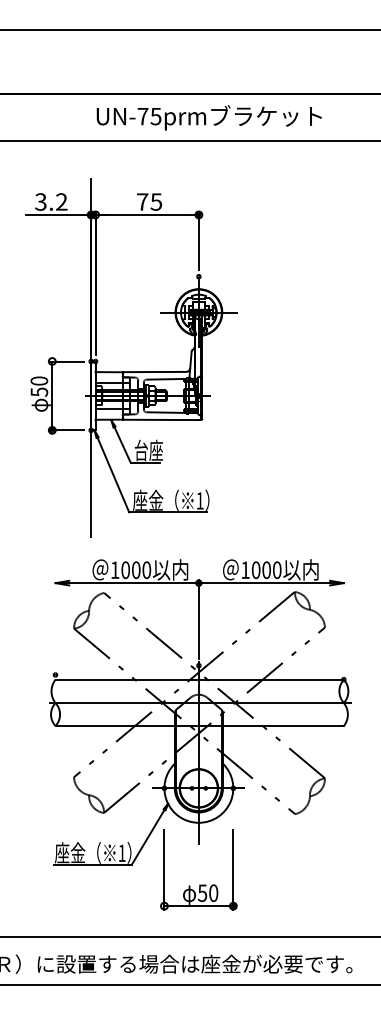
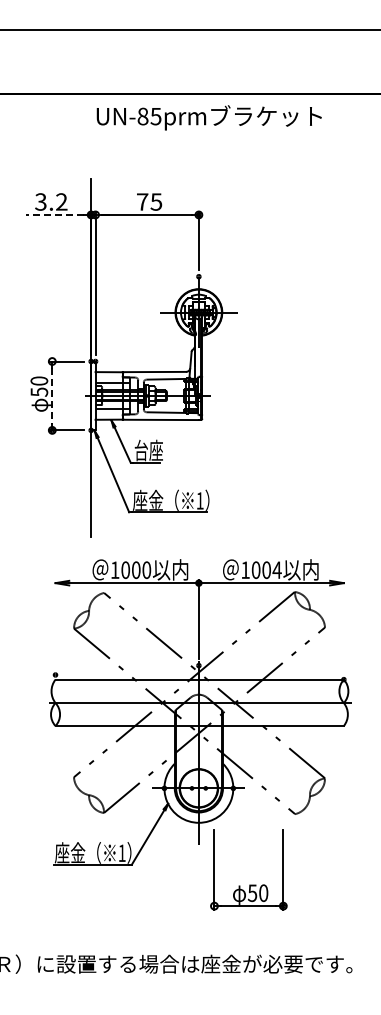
text at (142, 116): UN-75prm -> UN-85prm
line at (189, 141): present -> none
line at (54, 214): solid -> dashed
line at (52, 395): solid -> dashed
text at (276, 570): 1000 -> 1004
part at (199, 884) position: (199, 884) -> (249, 884)
line at (189, 937): present -> none
line at (189, 984): present -> none
